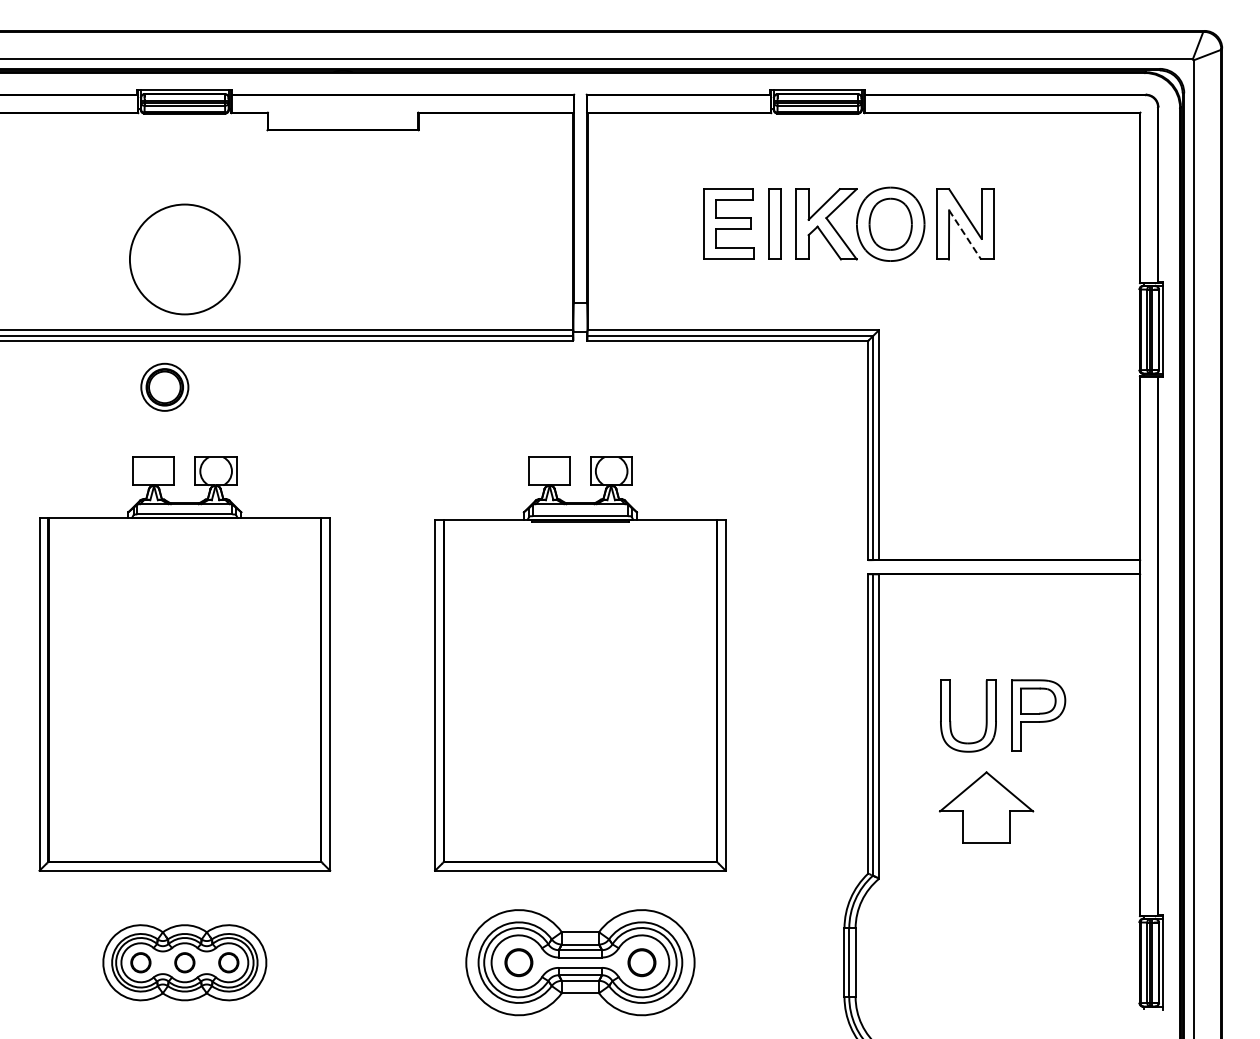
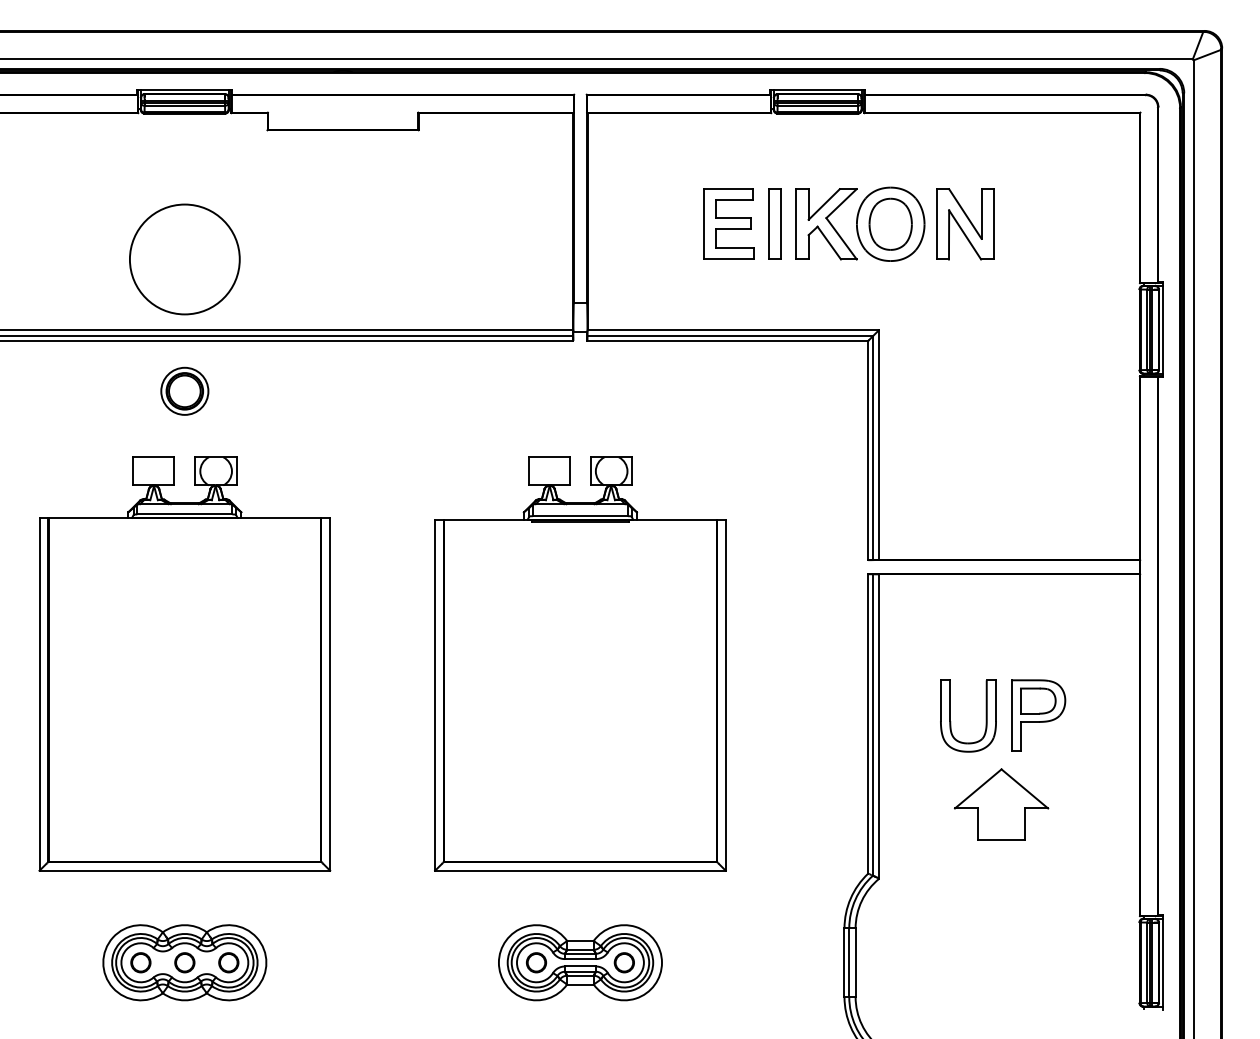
line at (965, 235): dashed -> solid
part at (164, 386) position: (164, 386) -> (184, 390)
part at (986, 807) position: (986, 807) -> (1001, 804)
part at (580, 962) size: 231x108 px -> 165x78 px
